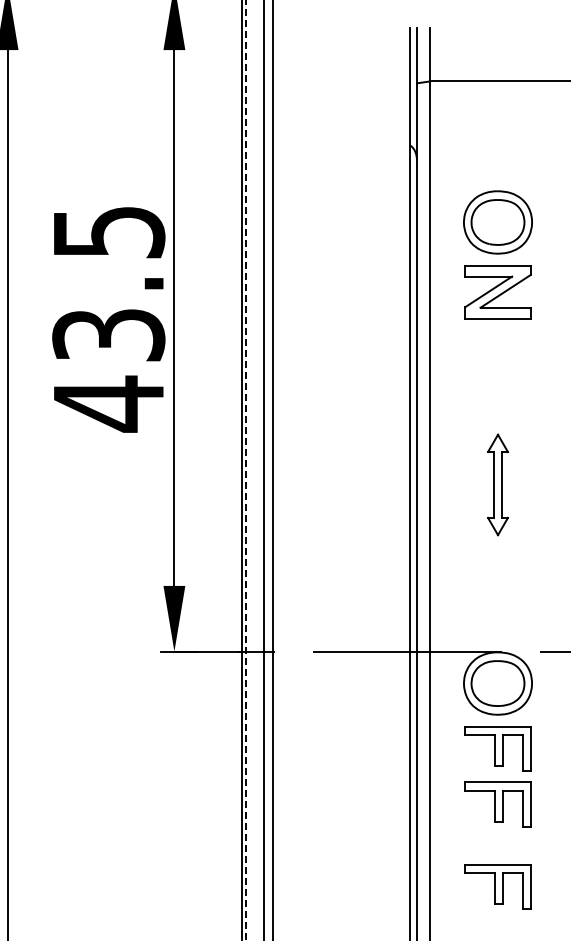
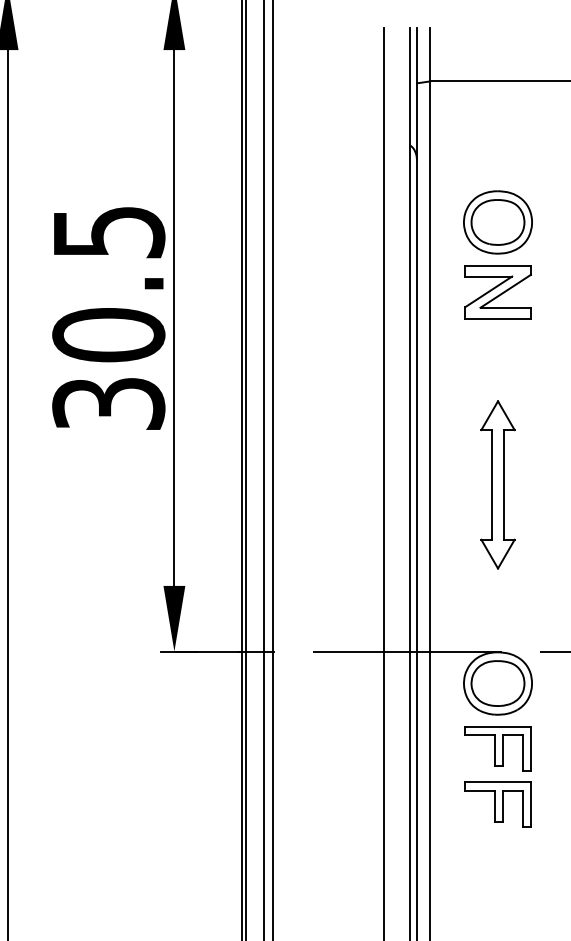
text at (108, 370): 43.5 -> 30.5
line at (246, 470): dashed -> solid
line at (384, 482): none -> present
part at (497, 484) size: 22x104 px -> 36x170 px
part at (497, 886): present -> none
